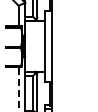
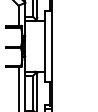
line at (18, 88): dashed -> solid
